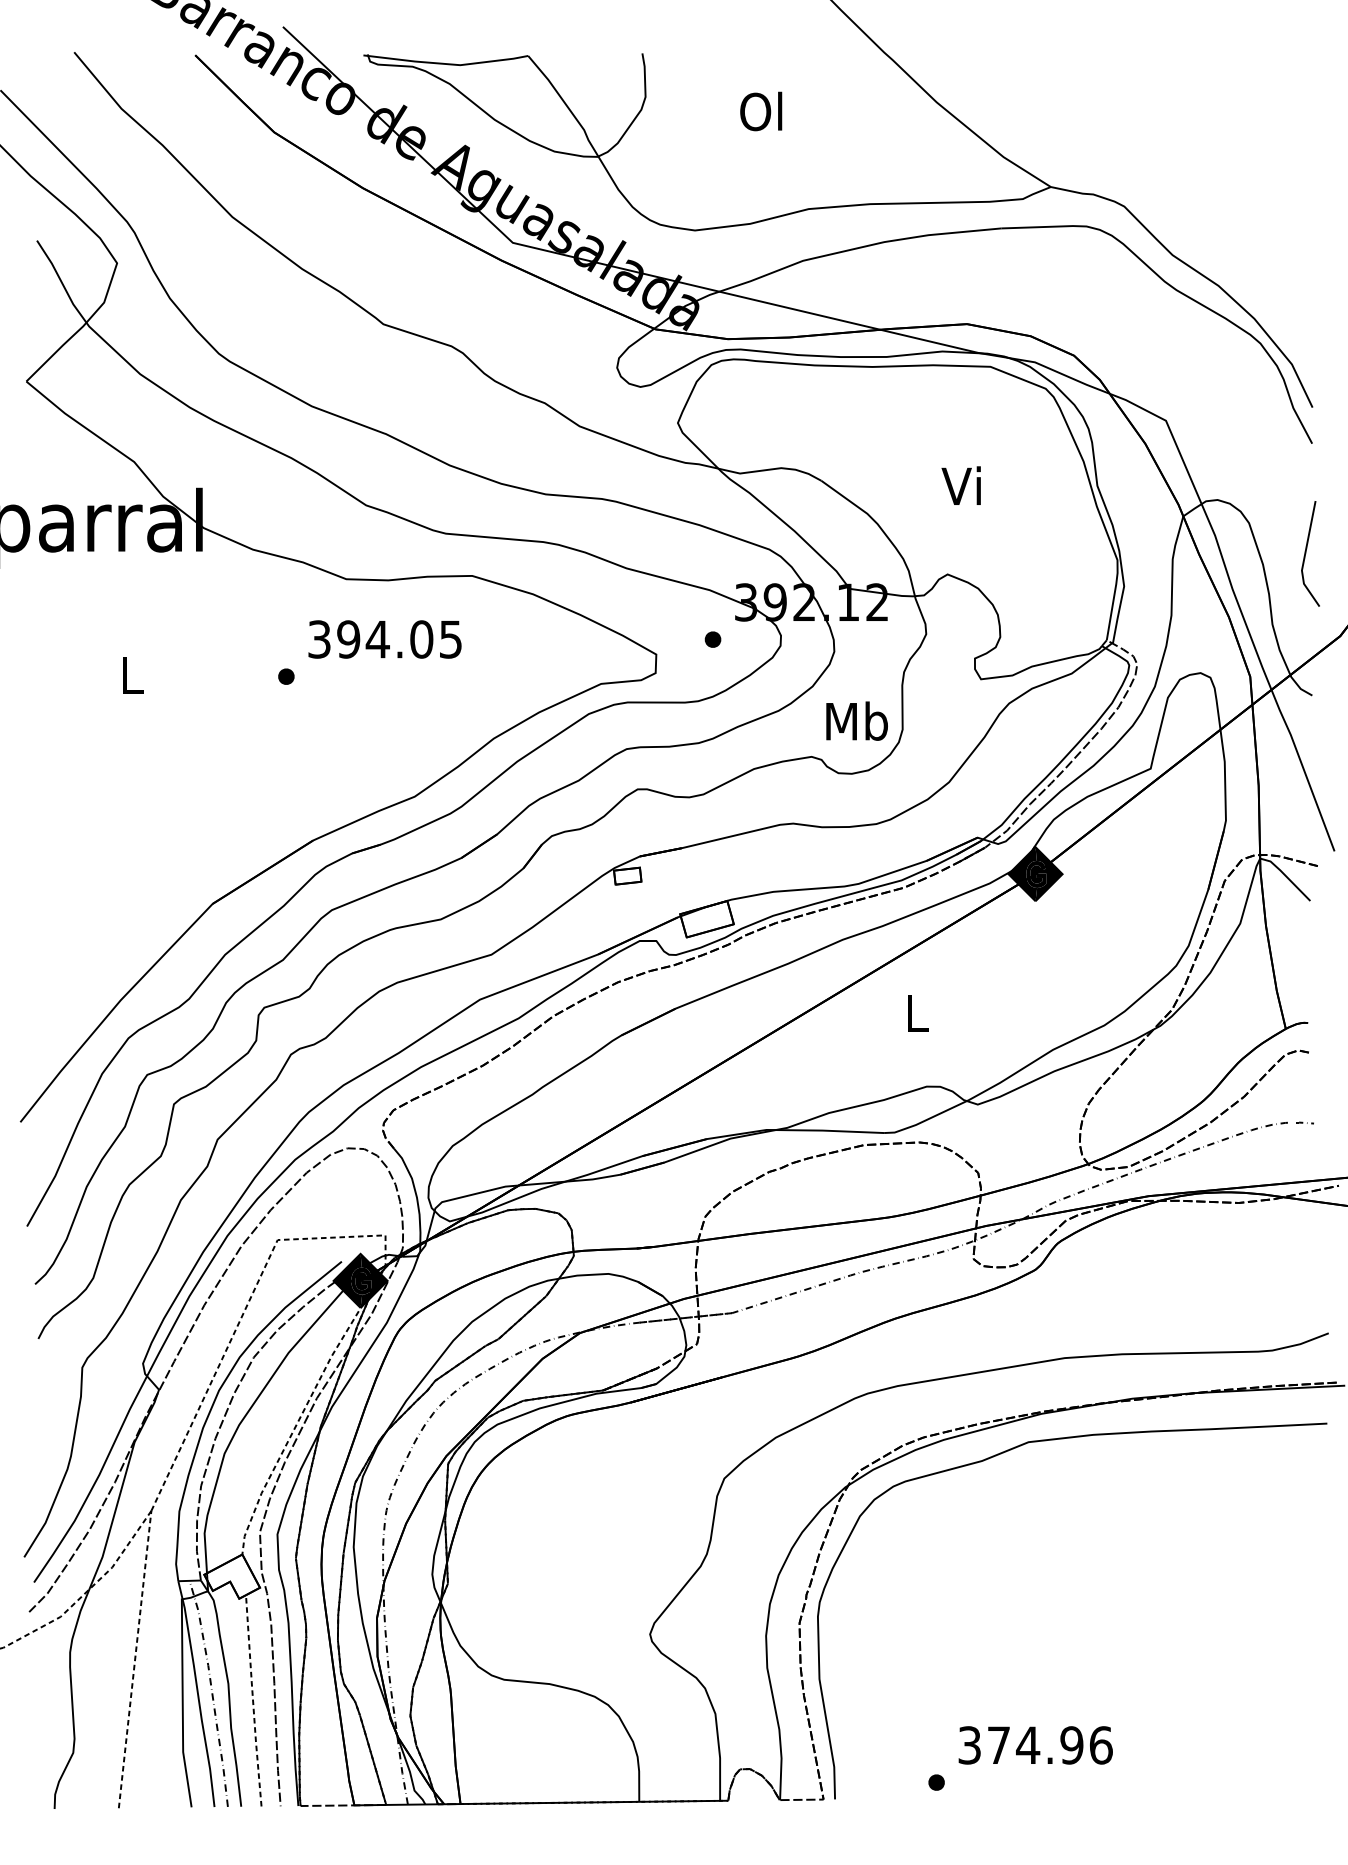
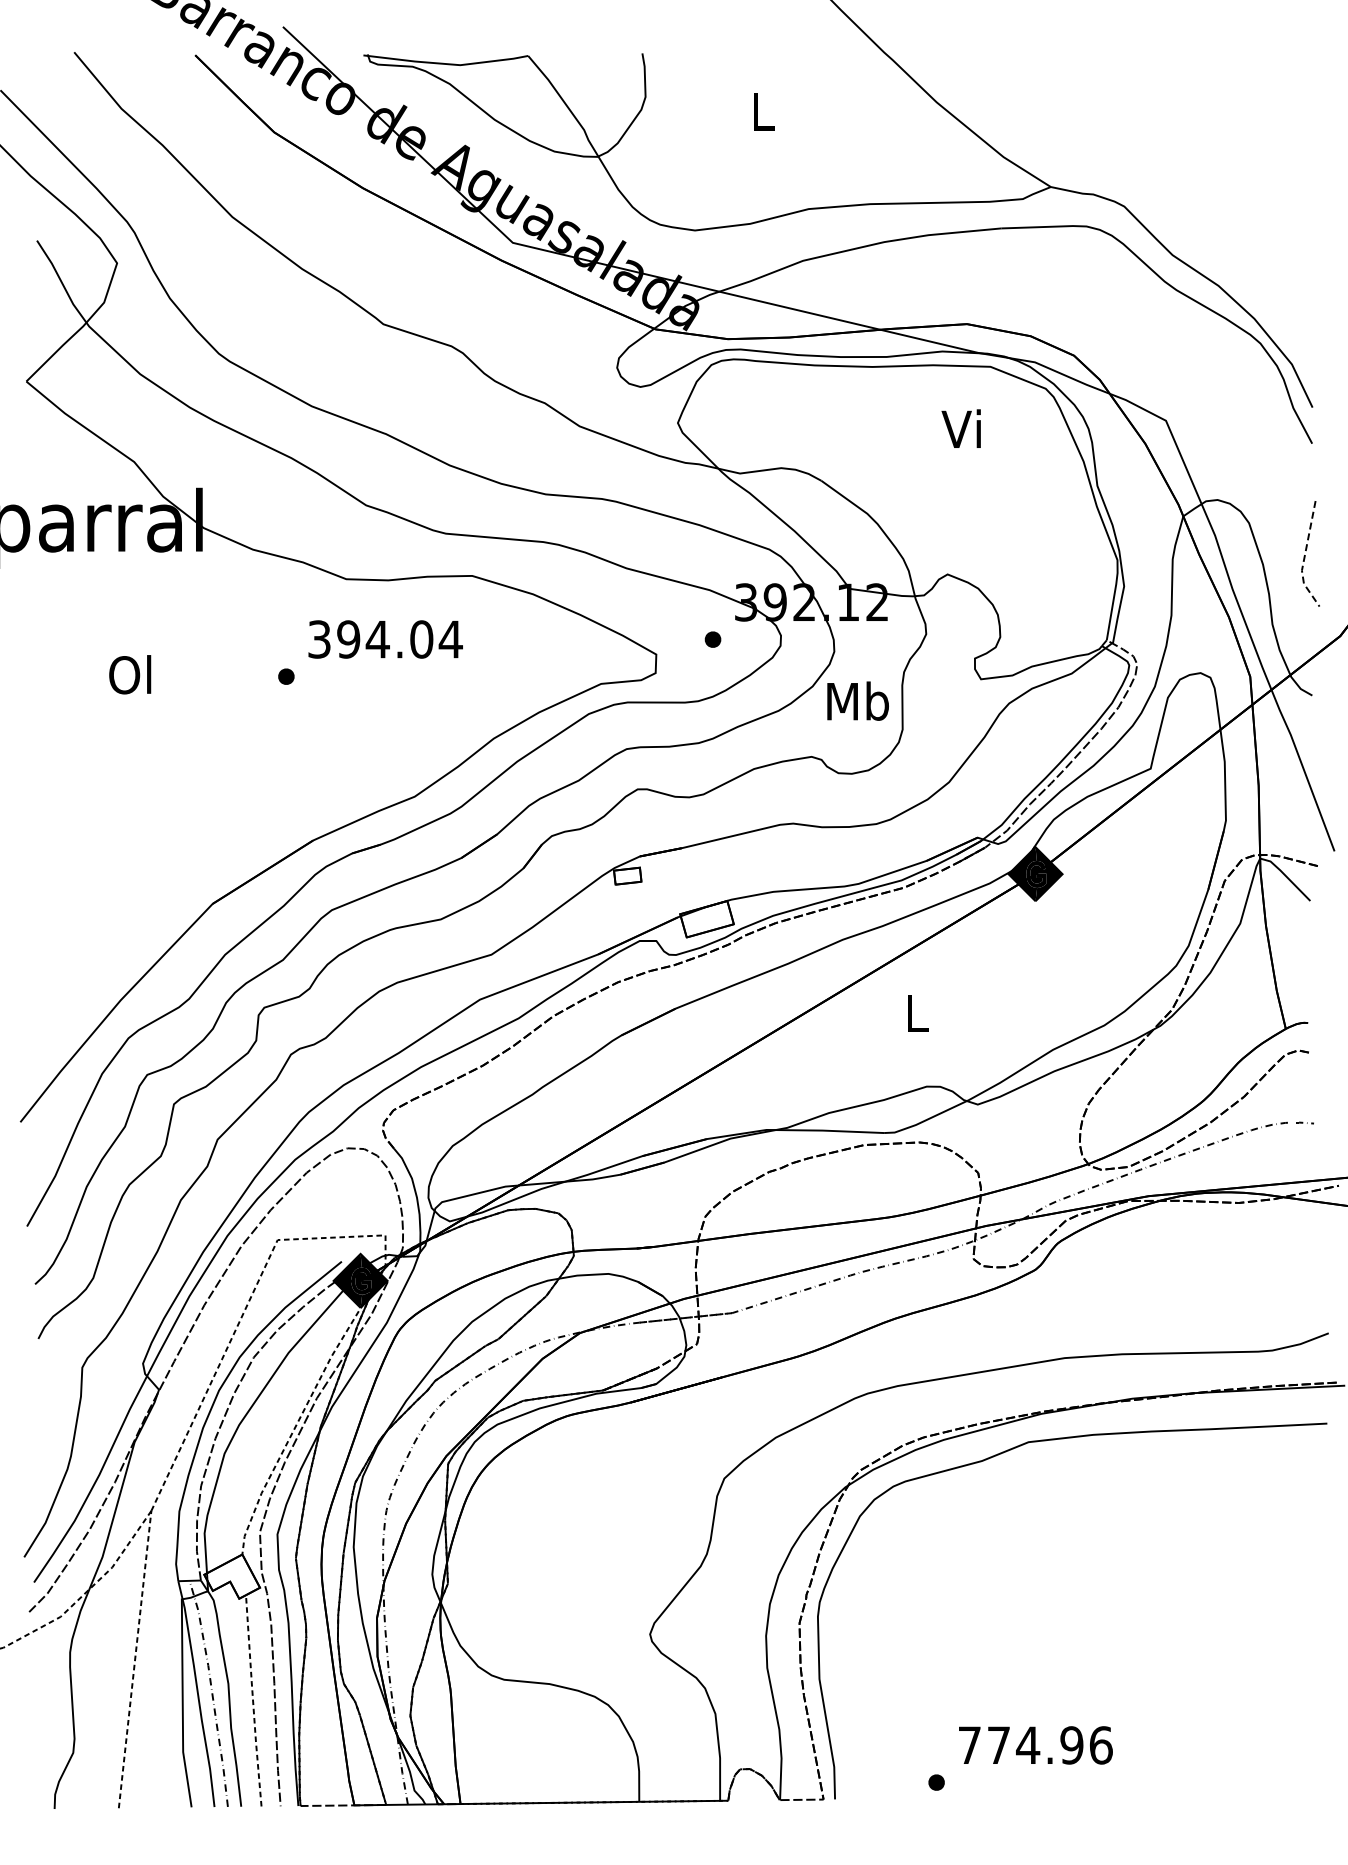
text at (761, 111): Ol -> L
text at (960, 485) position: (960, 485) -> (960, 428)
line at (1304, 557): solid -> dashed
text at (450, 639): 394.05 -> 394.04
text at (130, 674): L -> Ol
text at (856, 720) position: (856, 720) -> (857, 700)
text at (969, 1745): 374.96 -> 774.96
